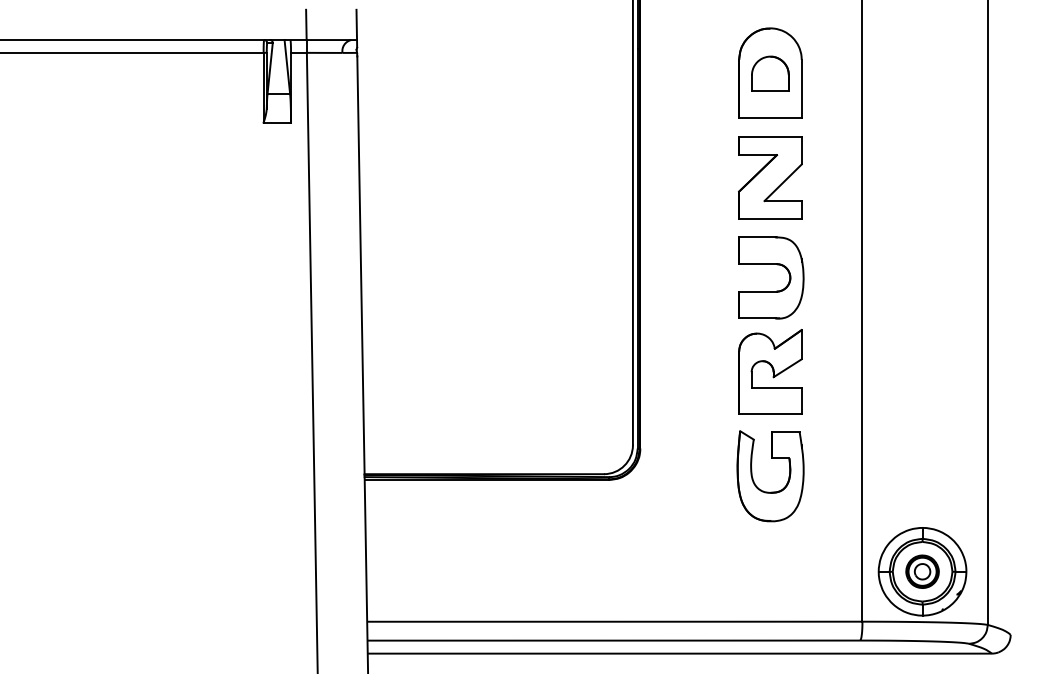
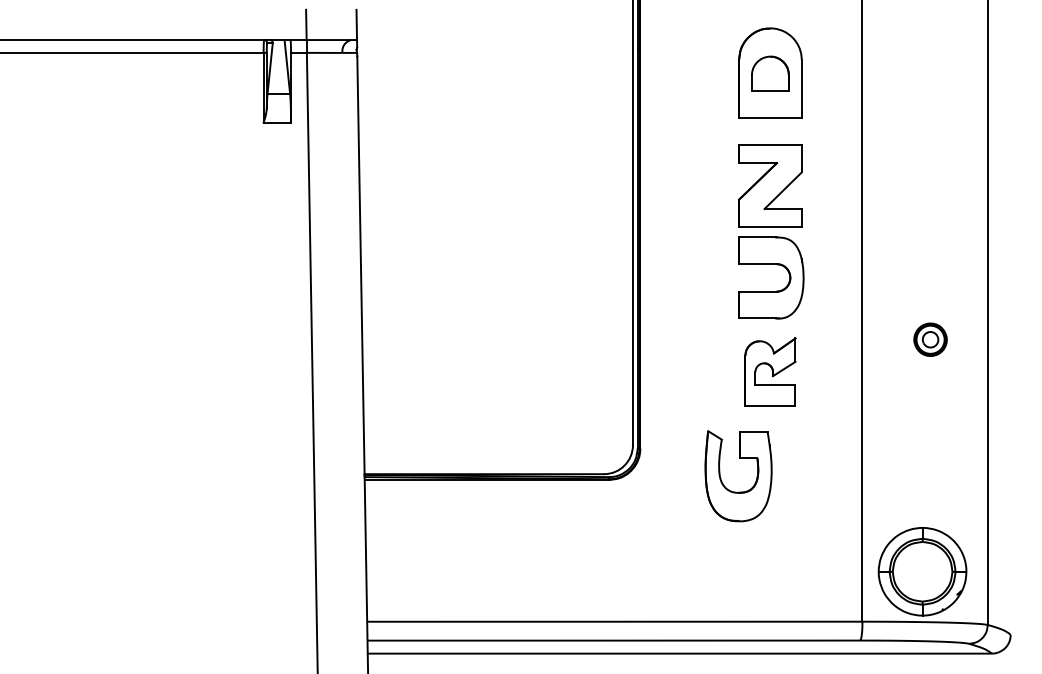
part at (770, 177) position: (770, 177) -> (770, 185)
part at (770, 371) size: 65x86 px -> 53x70 px
part at (770, 491) position: (770, 491) -> (738, 491)
part at (922, 571) position: (922, 571) -> (930, 339)
